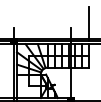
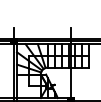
line at (89, 24): present -> none
